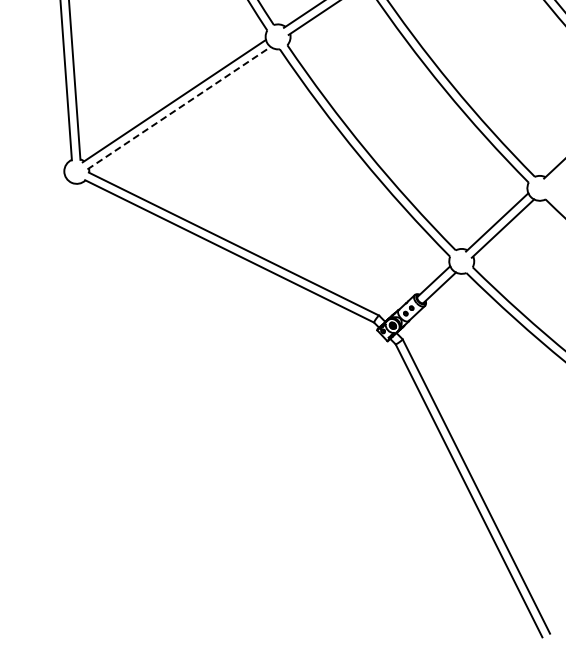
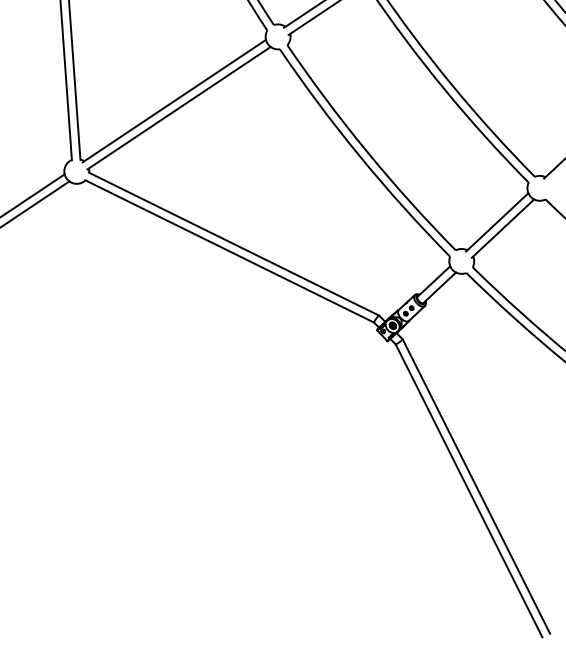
line at (179, 107): dashed -> solid
line at (33, 194): none -> present
line at (35, 203): none -> present
